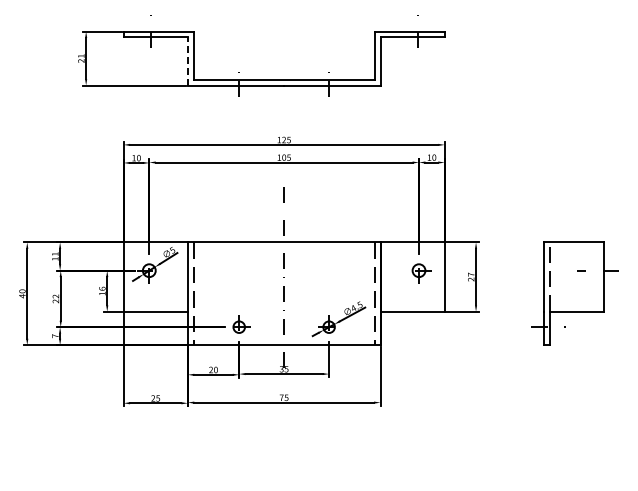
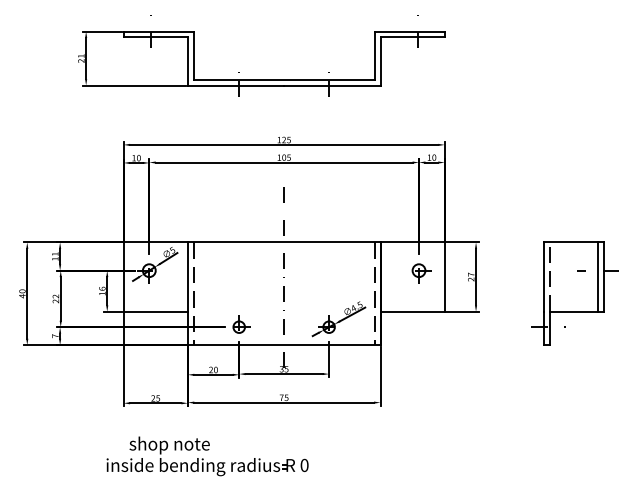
line at (187, 61): dashed -> solid
line at (598, 276): none -> present
part at (207, 456): none -> present
